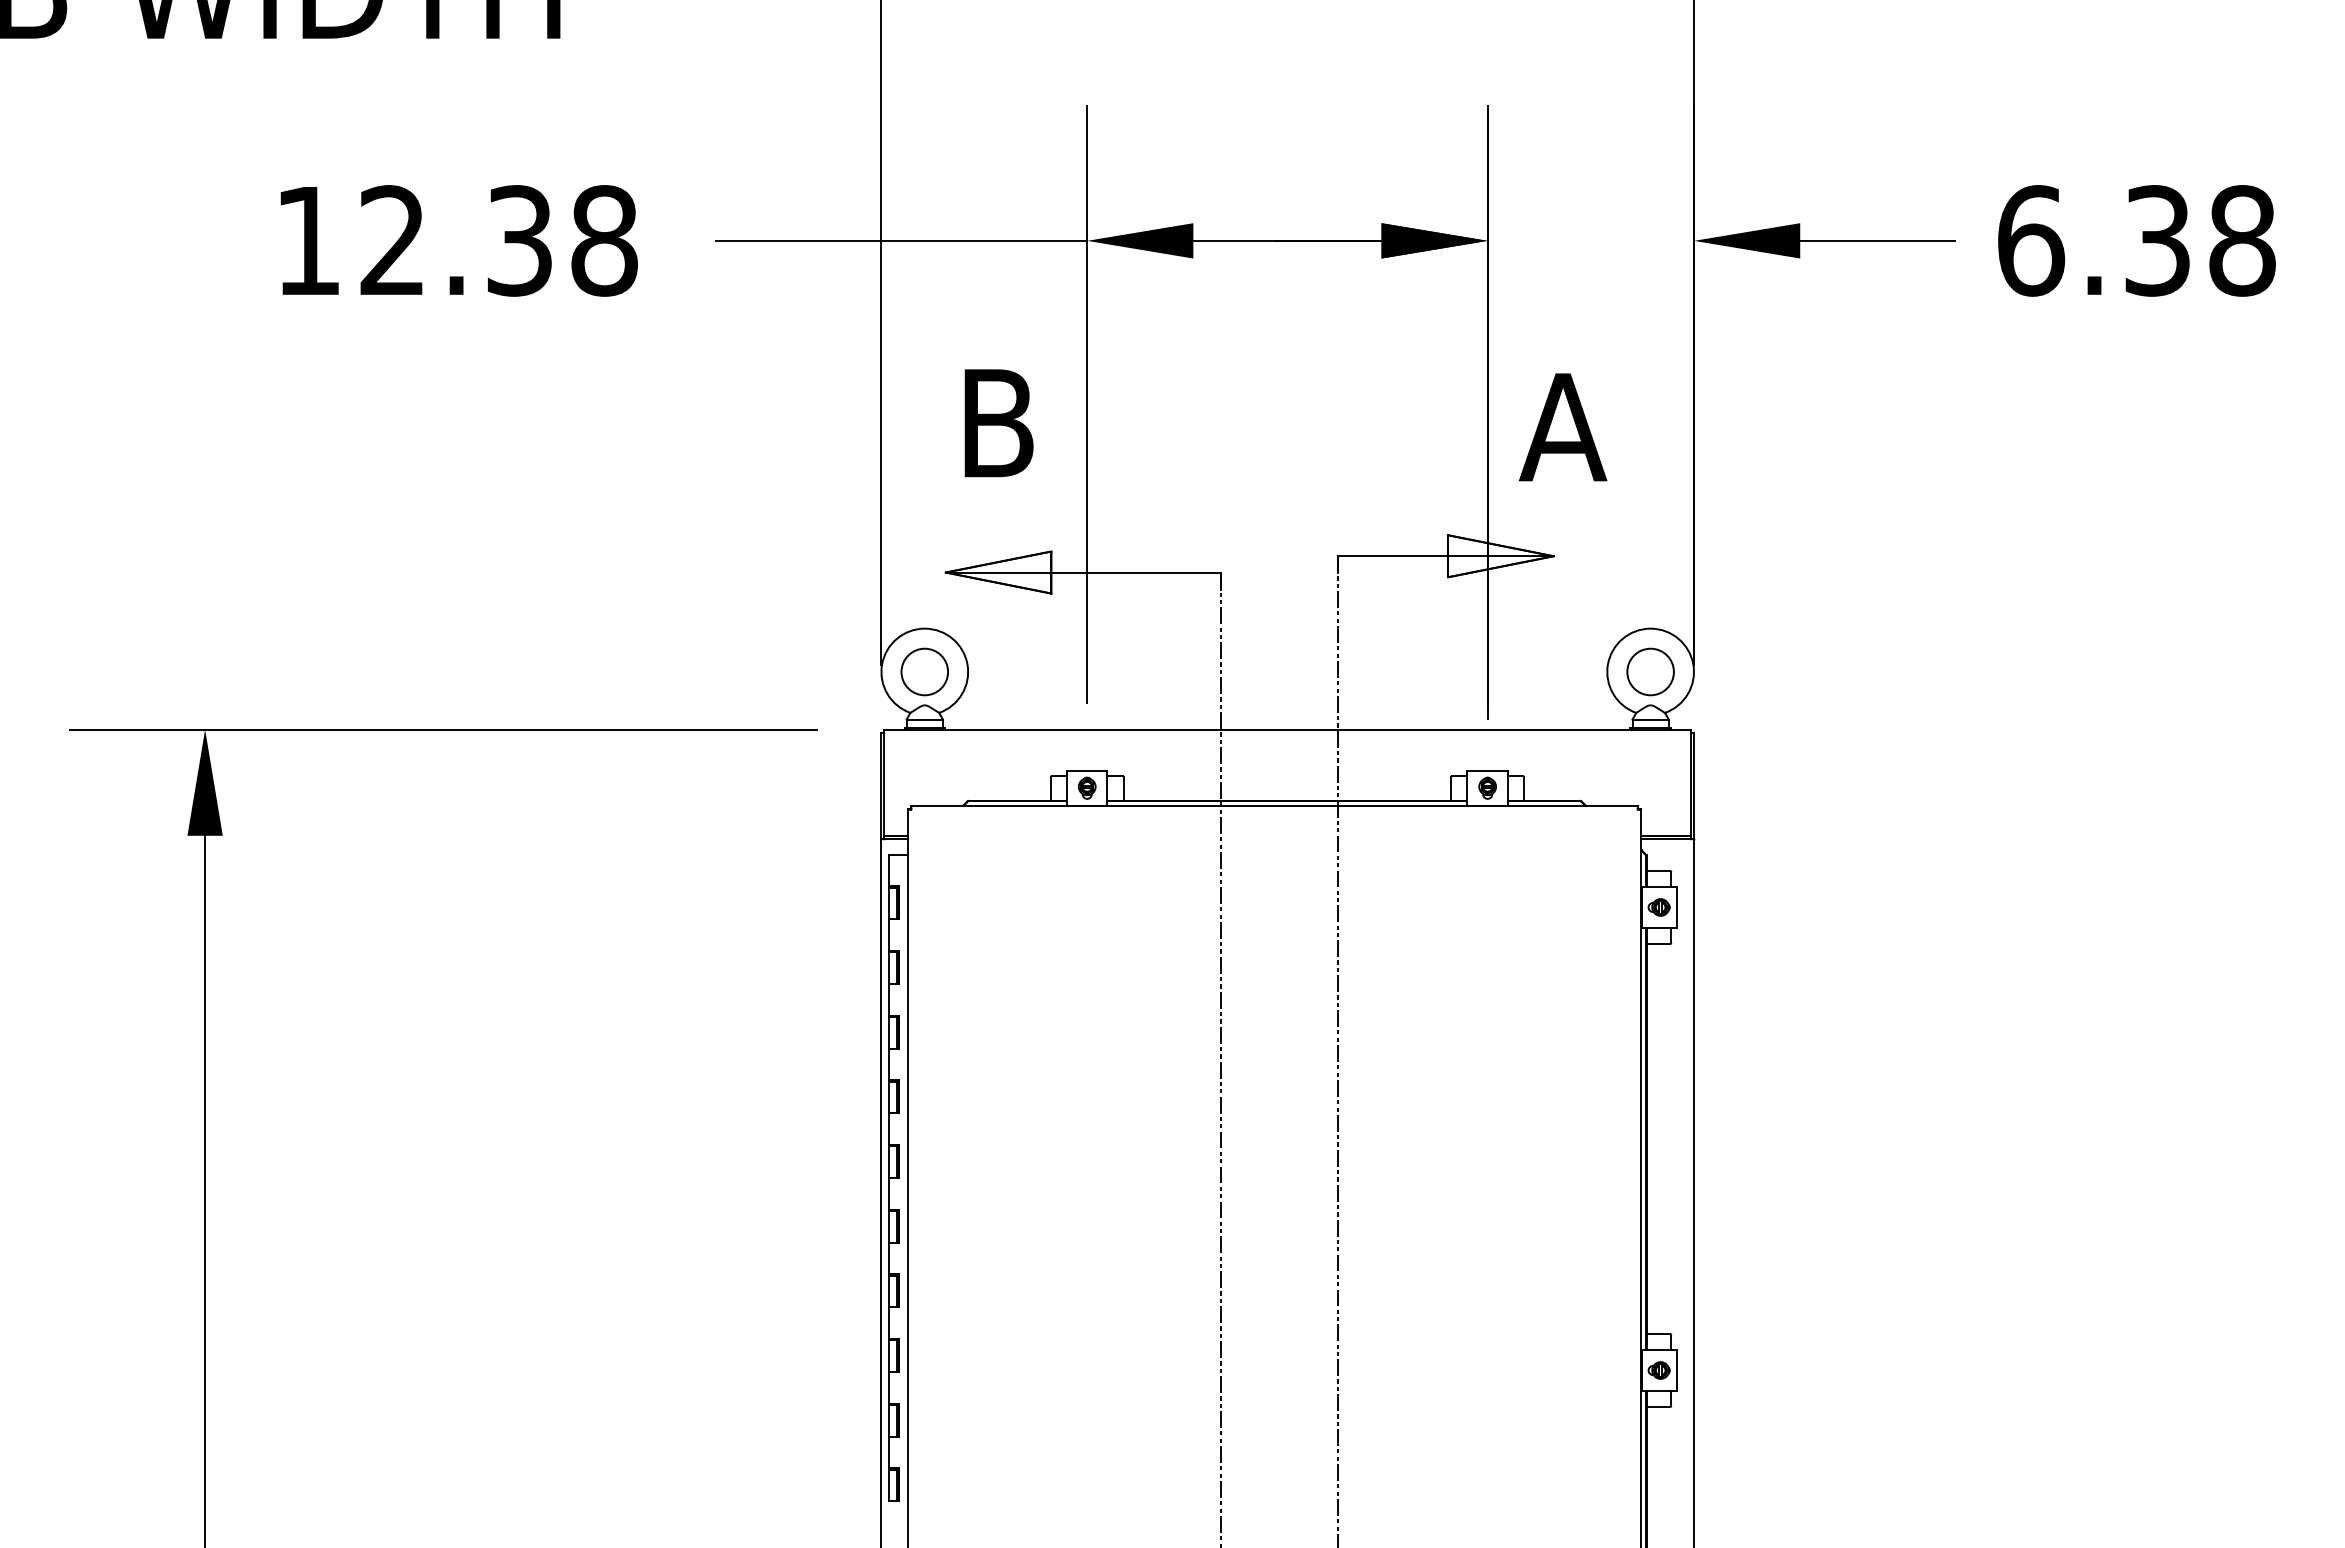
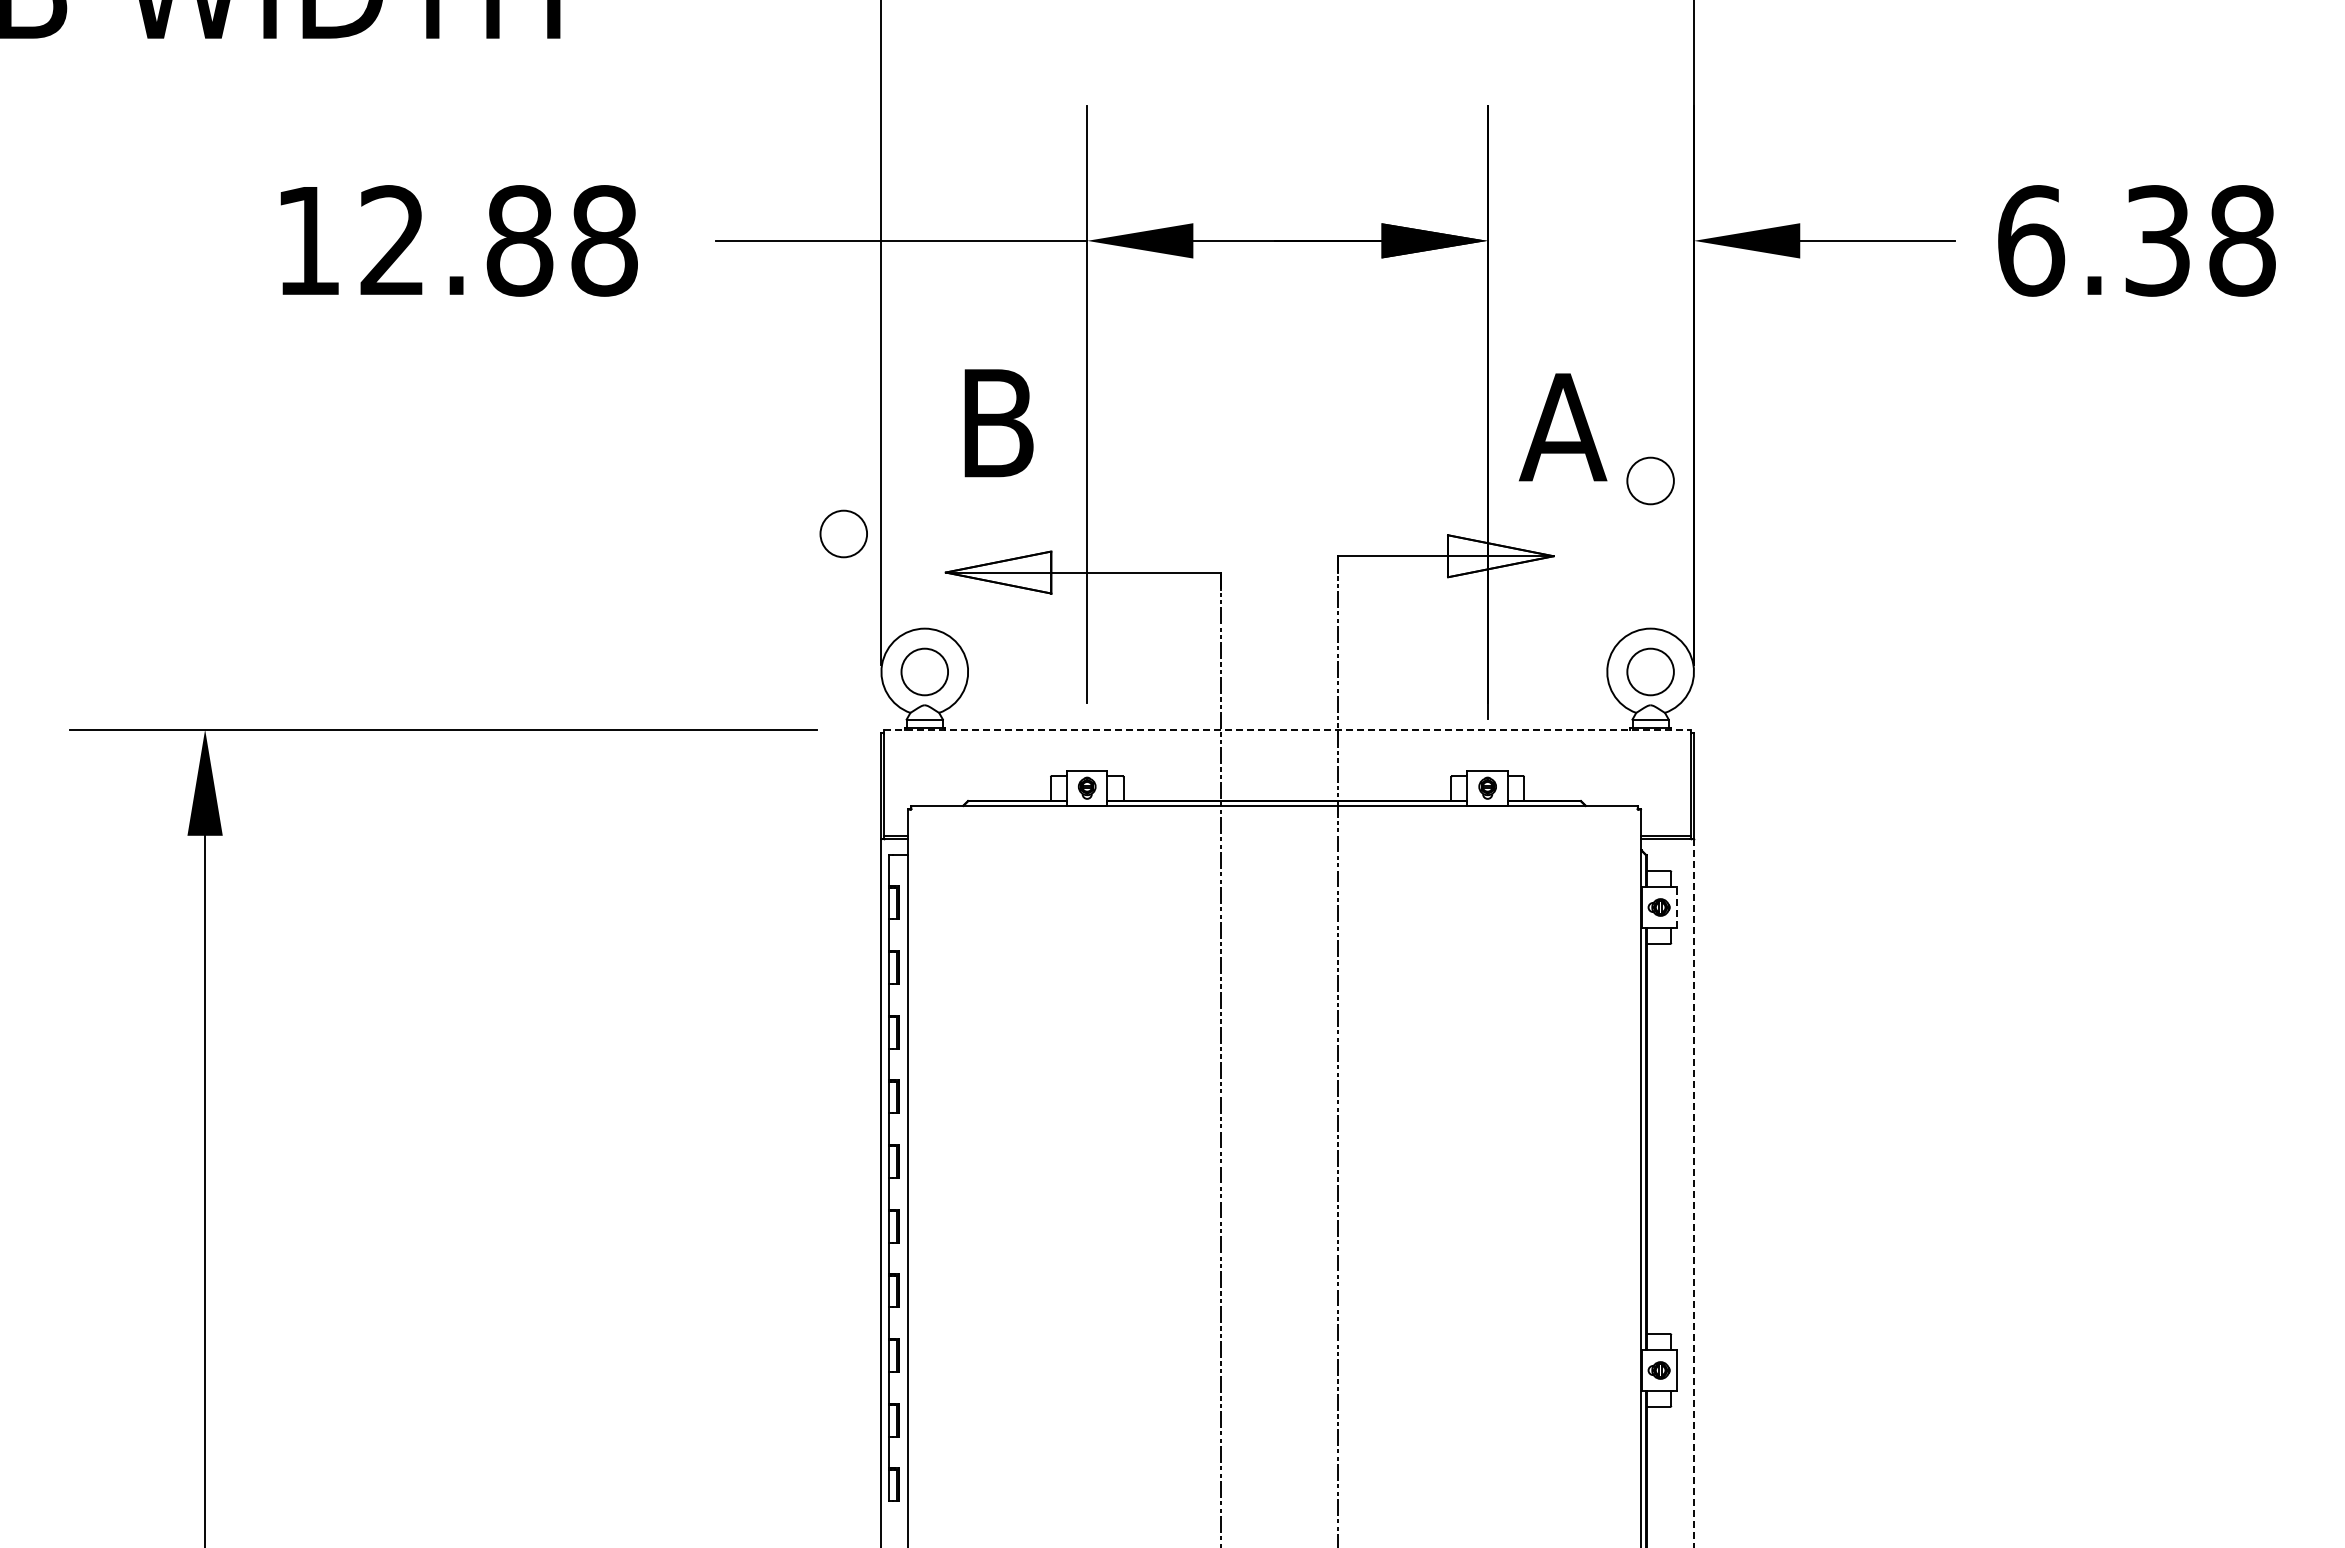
text at (519, 240): 12.38 -> 12.88
circle at (1650, 480): none -> present
circle at (843, 533): none -> present
line at (1288, 729): solid -> dashed
line at (1676, 907): solid -> dashed
line at (1694, 1193): solid -> dashed
